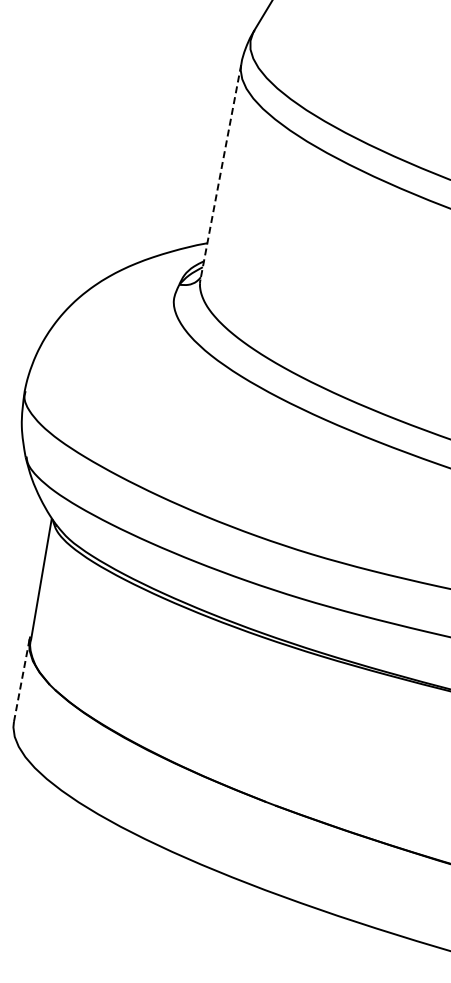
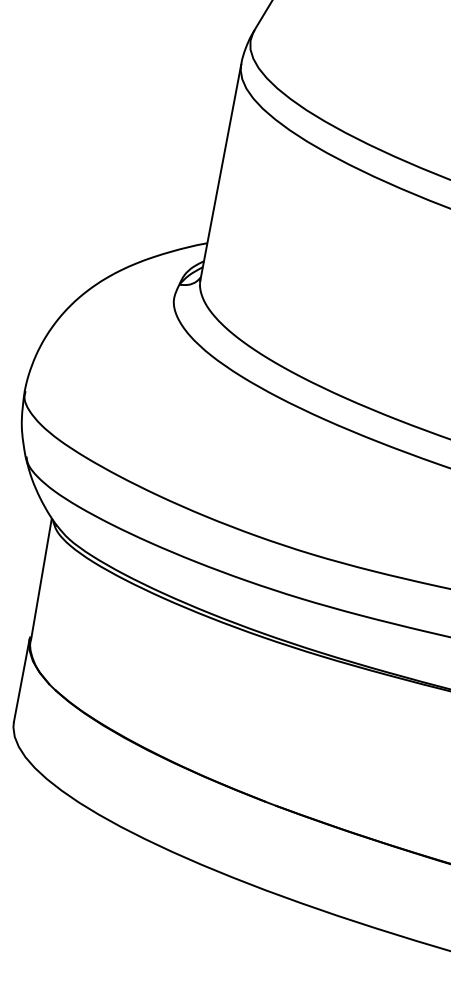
line at (220, 172): dashed -> solid
line at (21, 680): dashed -> solid
